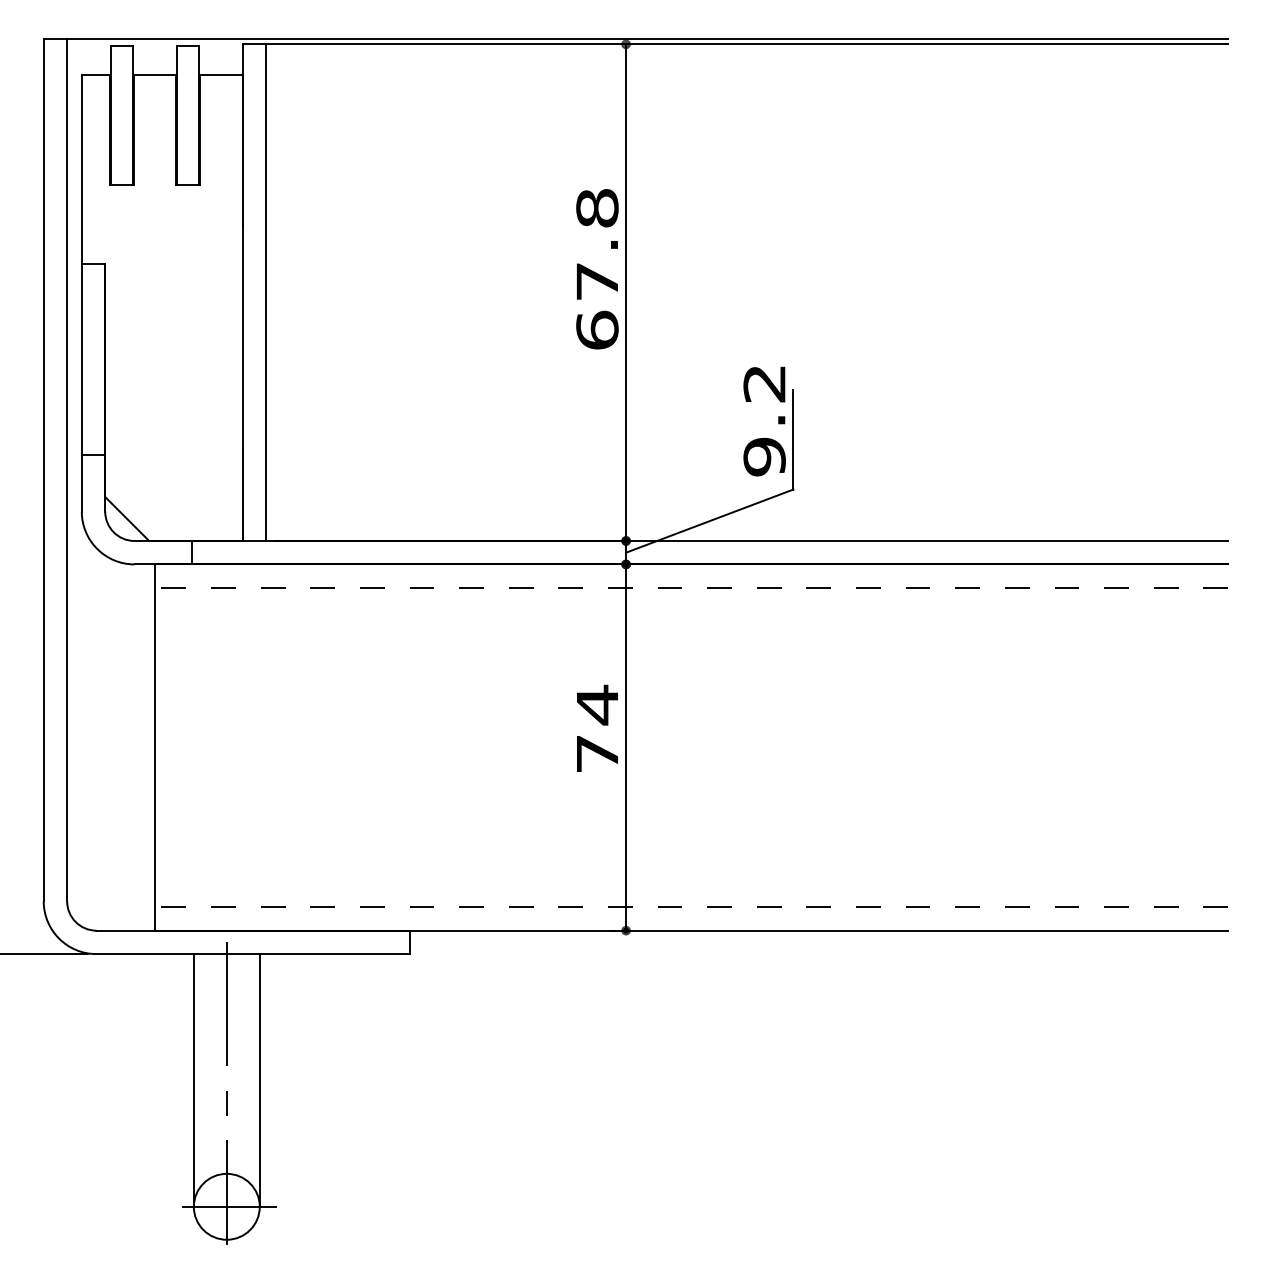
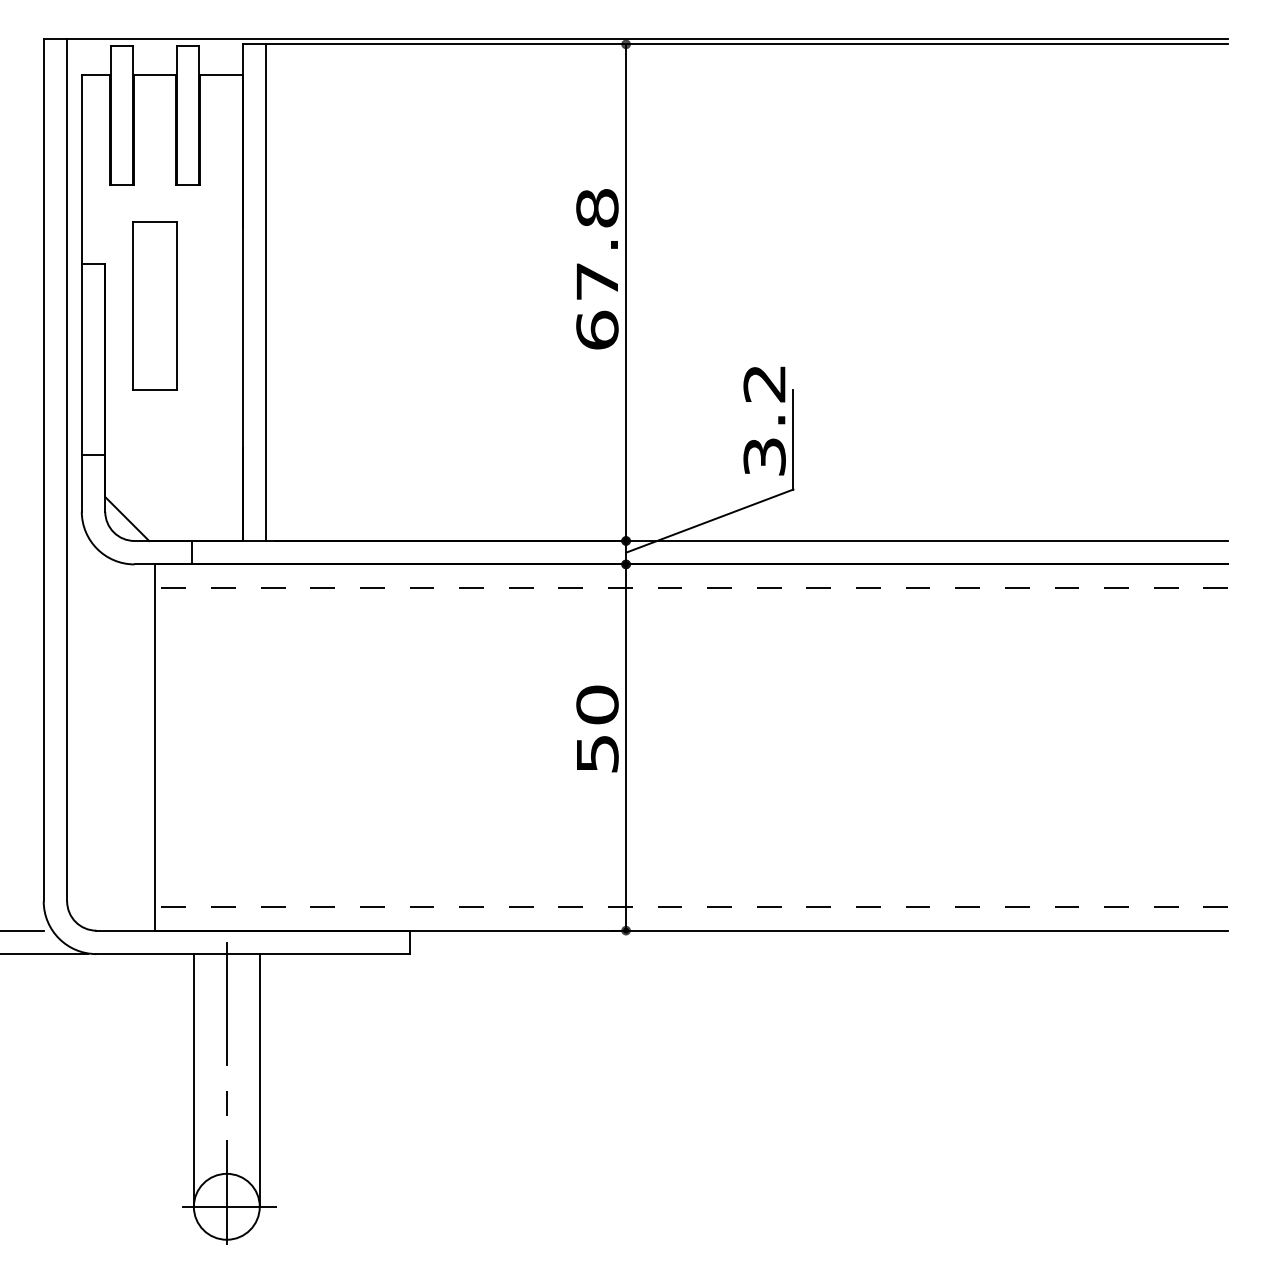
part at (154, 305): none -> present
text at (764, 456): 9.2 -> 3.2
text at (597, 728): 74 -> 50
line at (22, 930): none -> present
